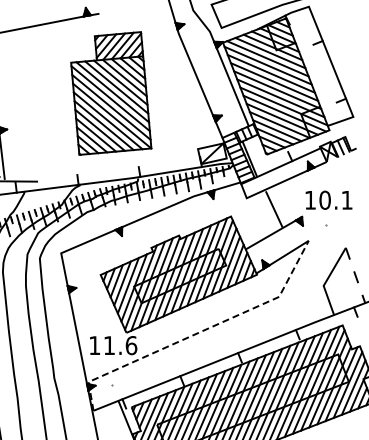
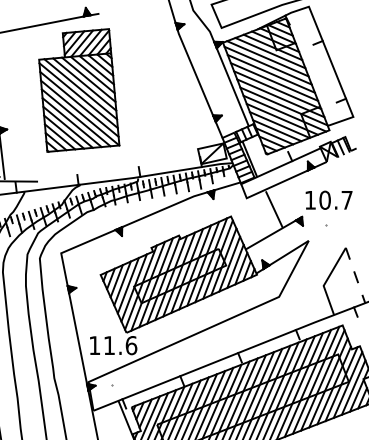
part at (111, 93) position: (111, 93) -> (79, 90)
text at (346, 200): 10.1 -> 10.7
line at (199, 332): dashed -> solid
